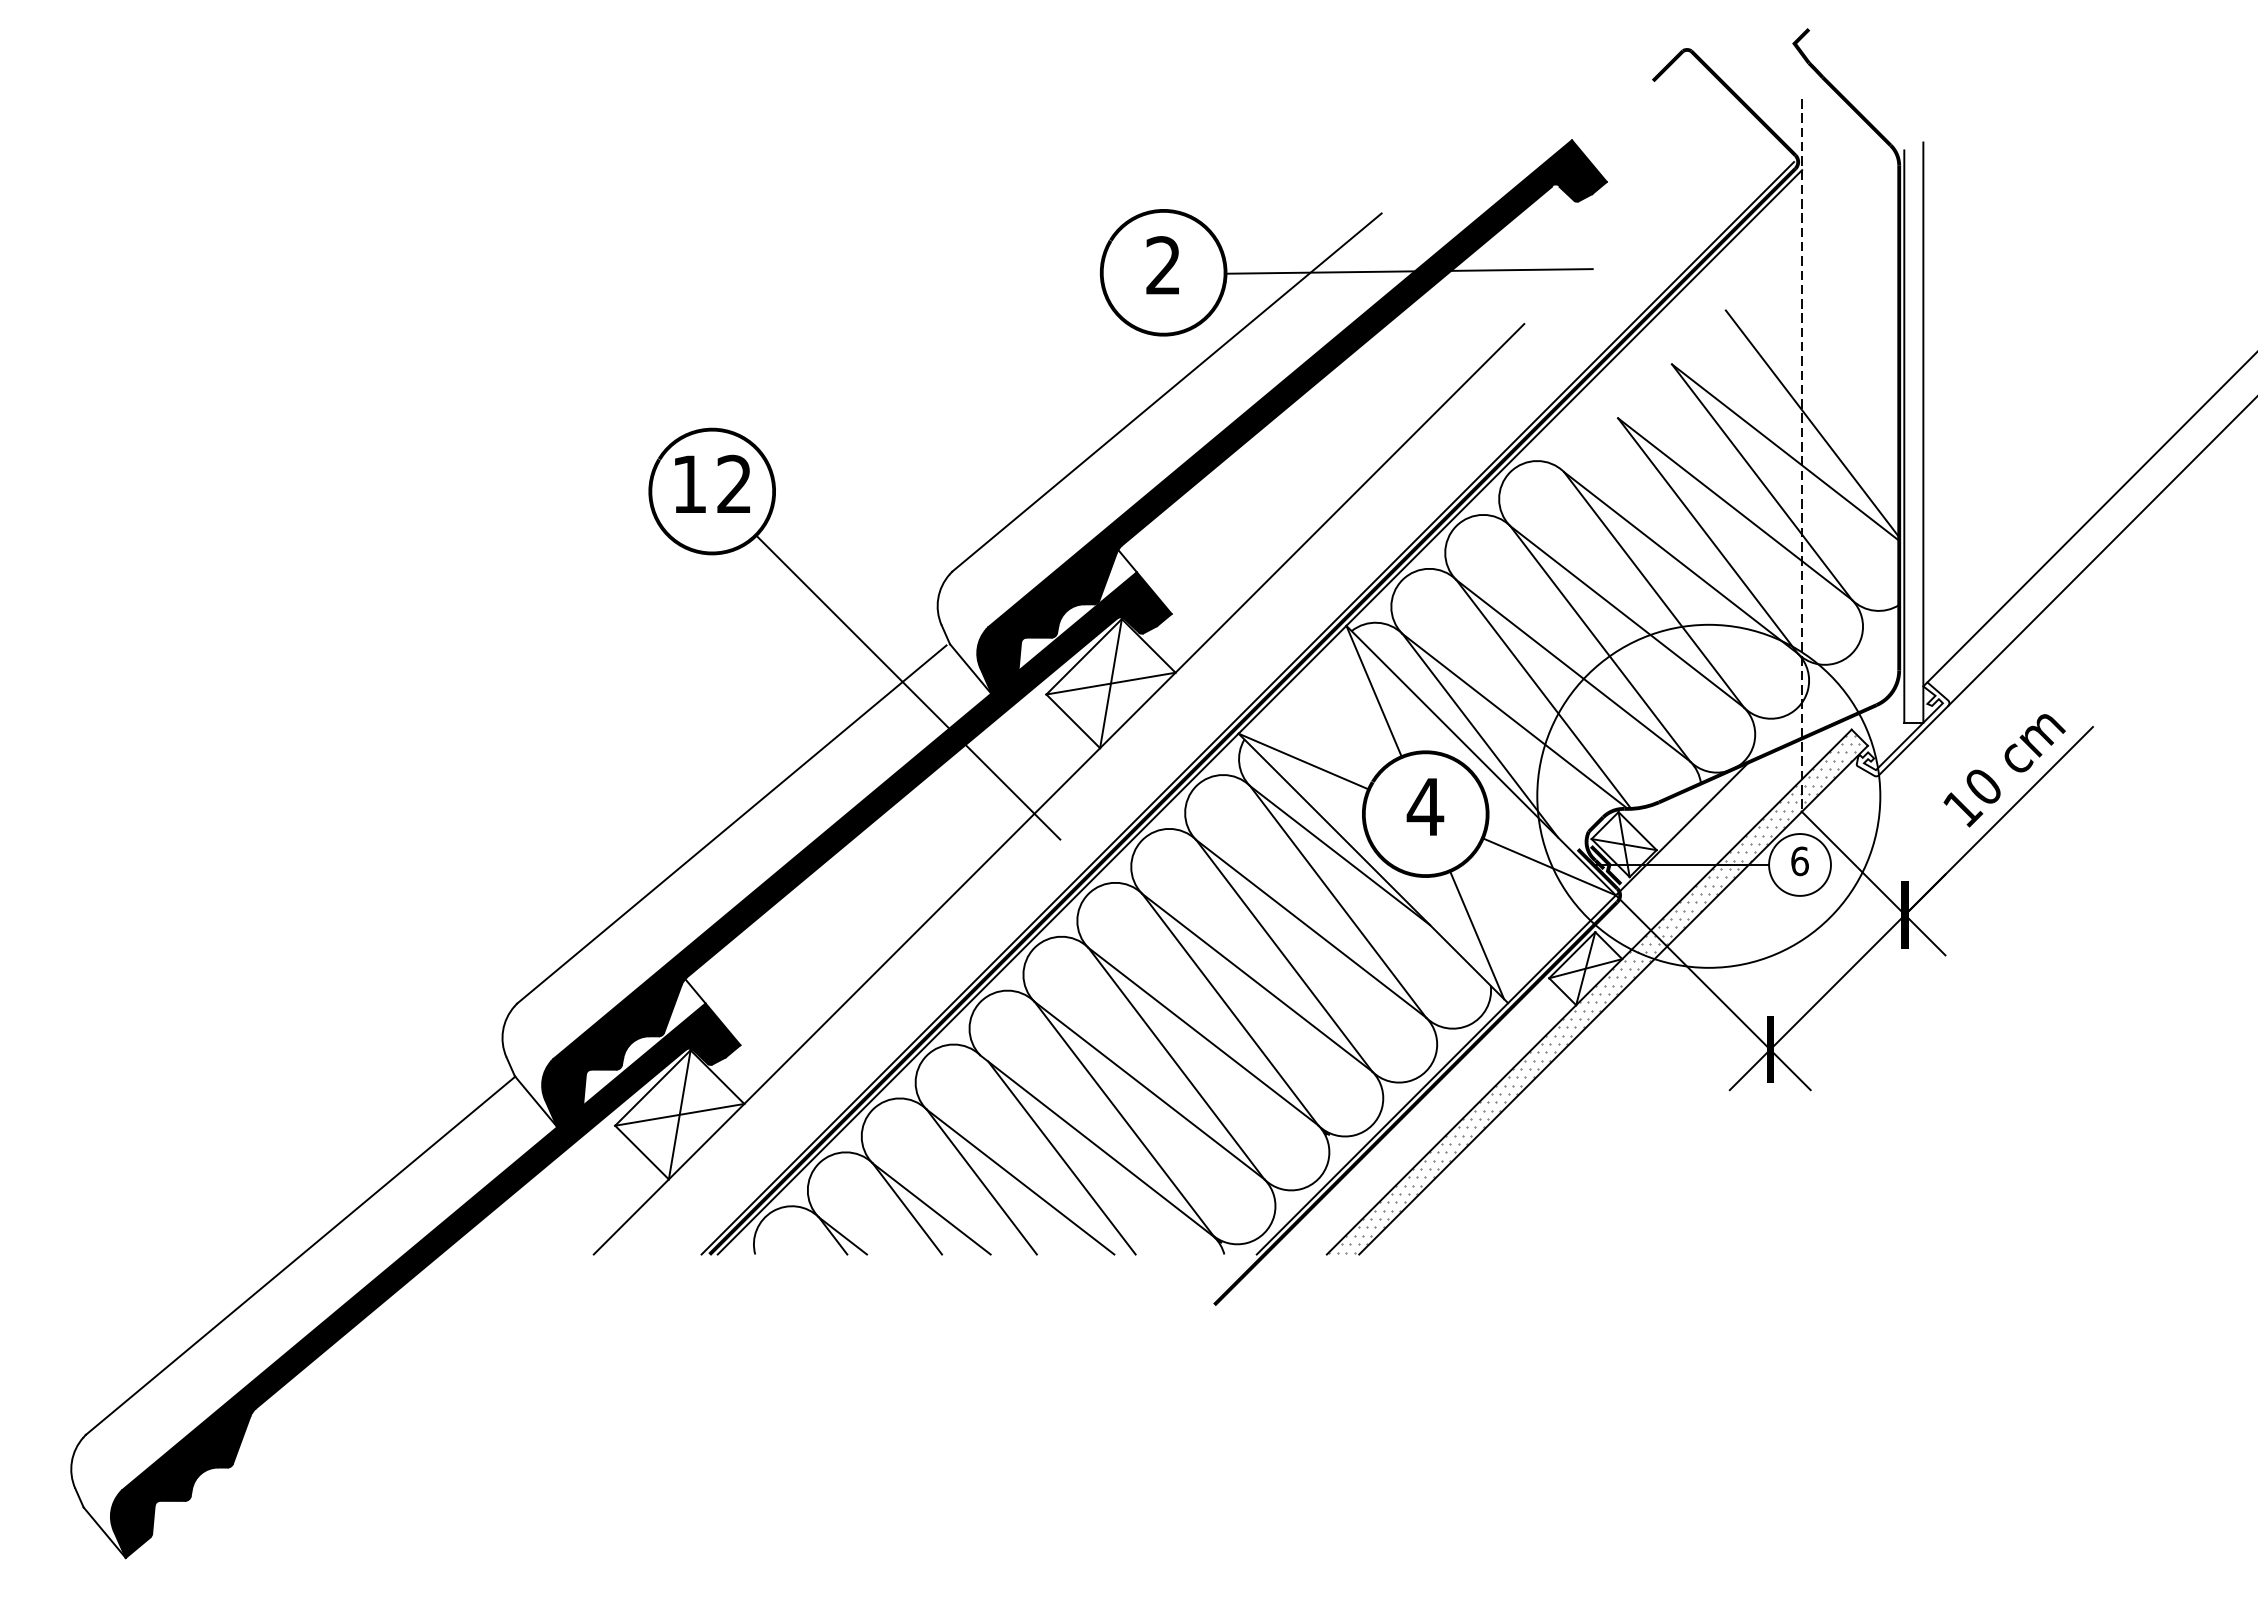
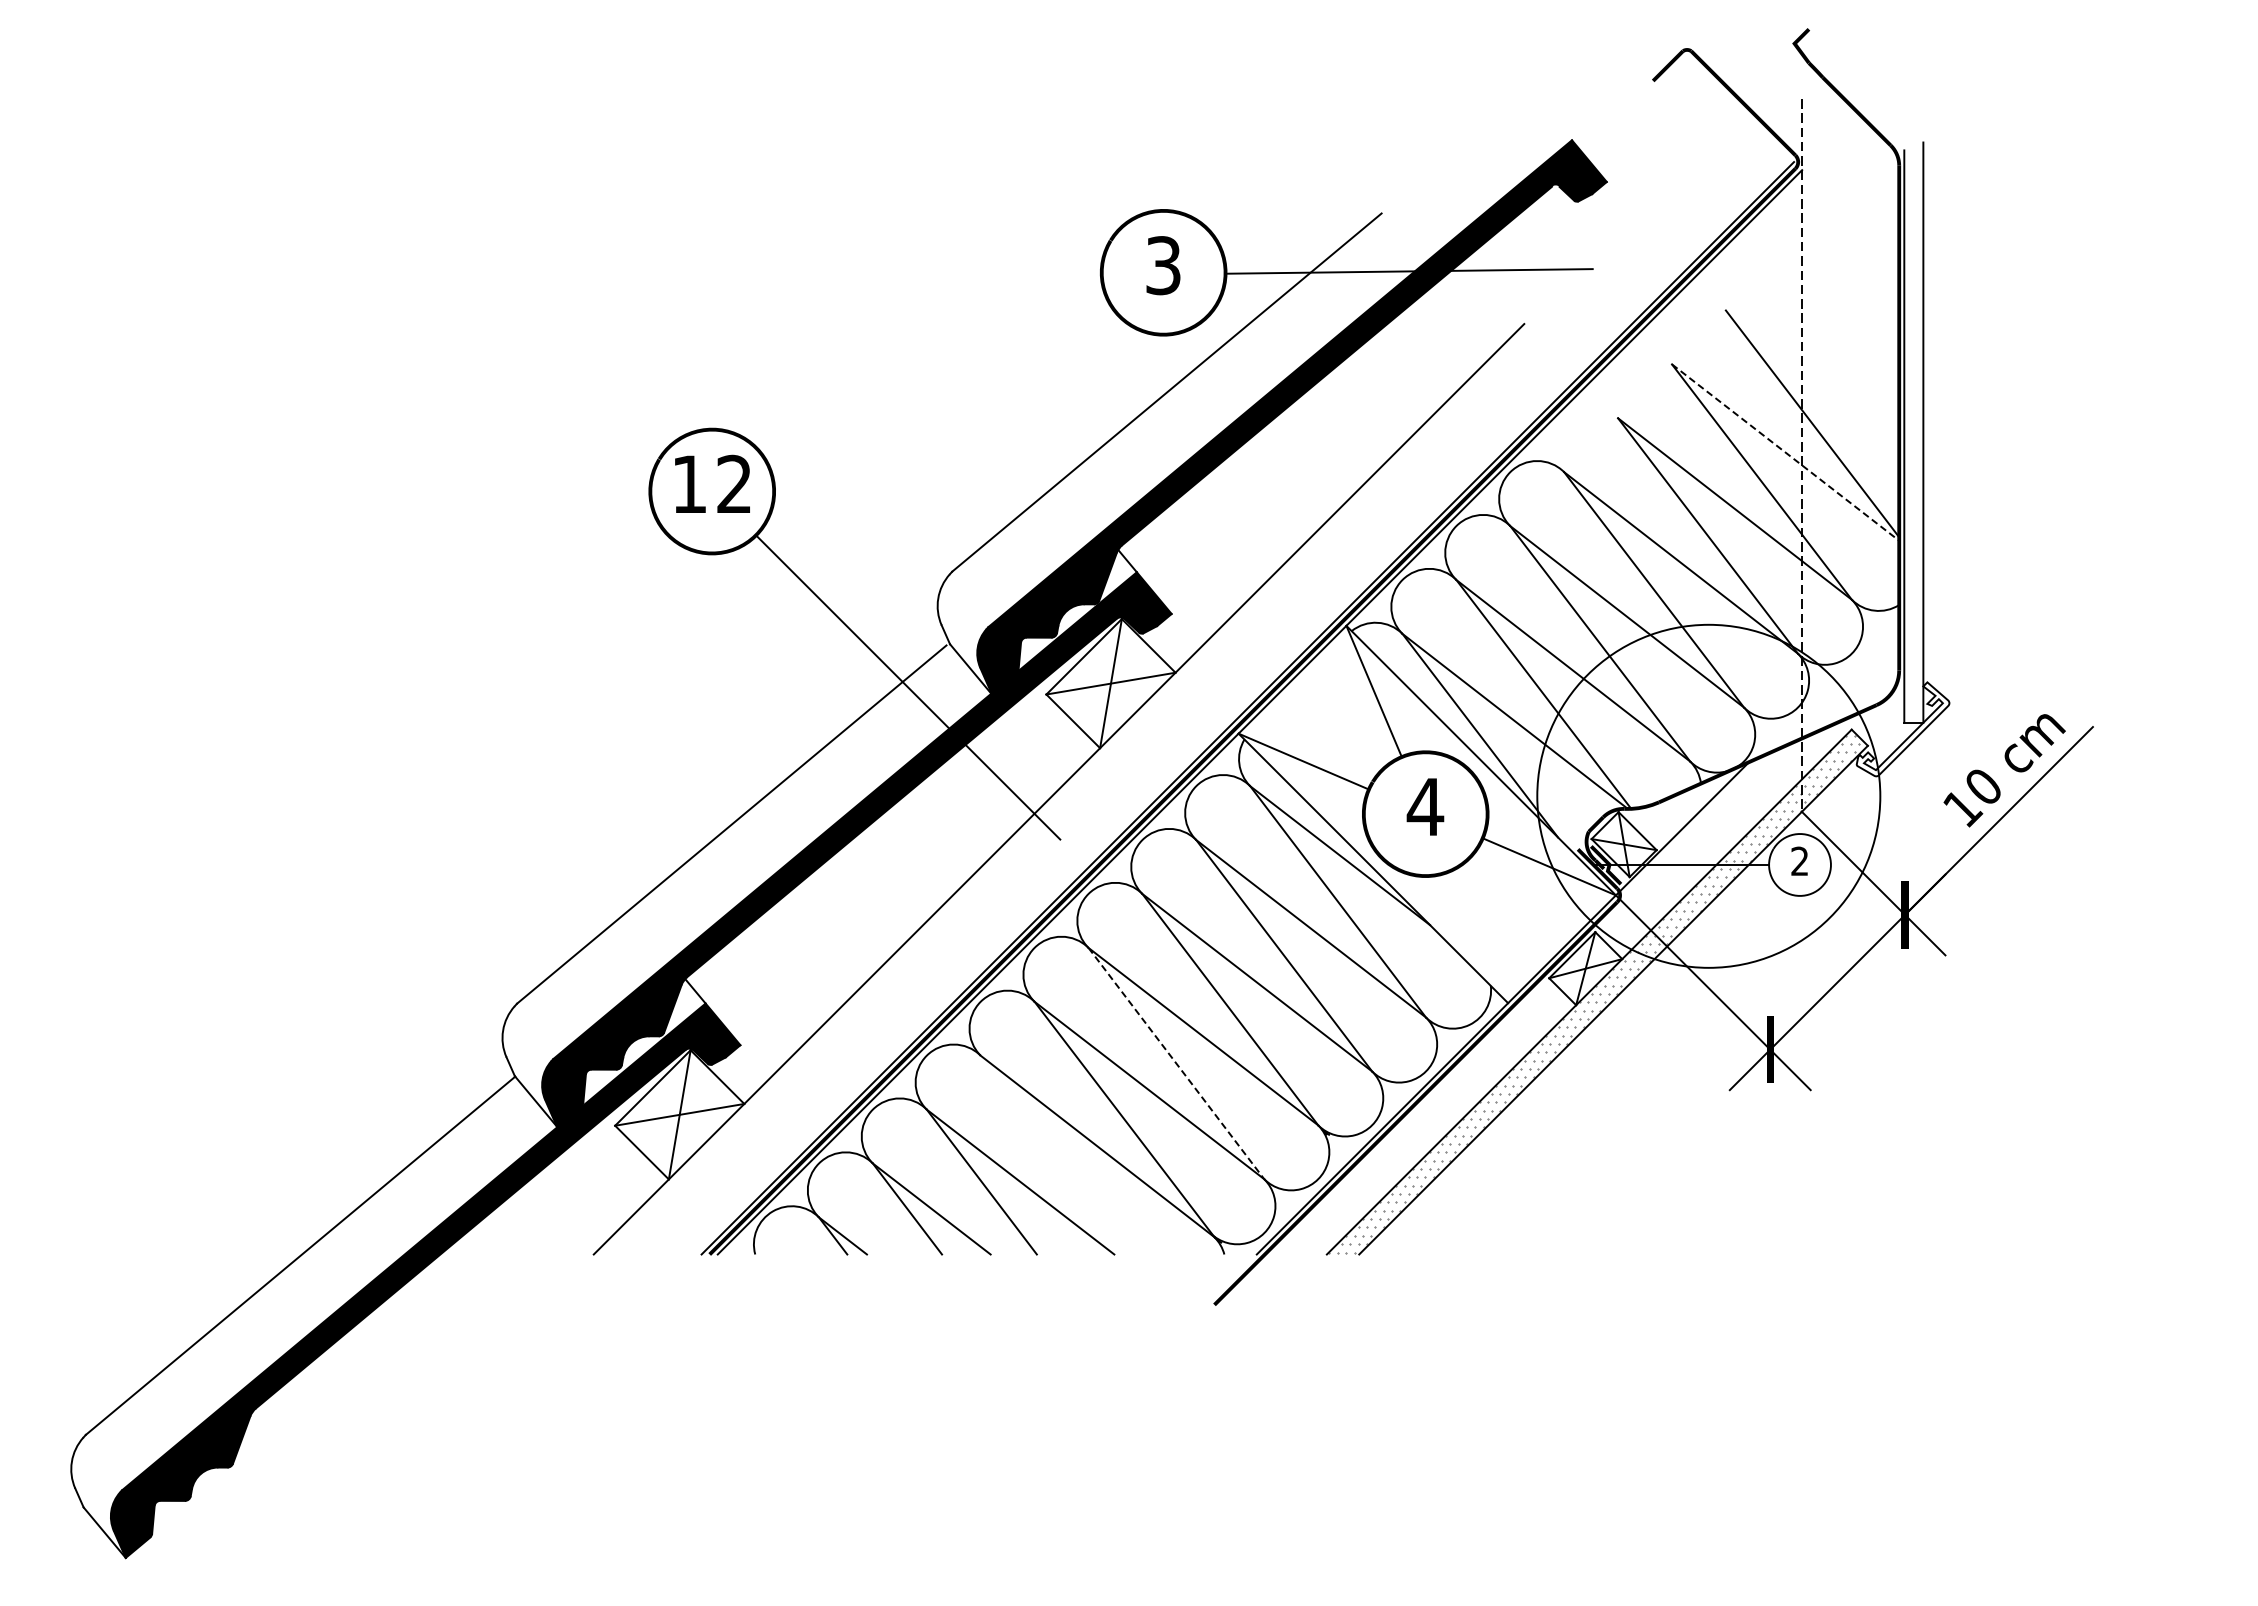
text at (1163, 265): 2 -> 3
line at (1785, 452): solid -> dashed
line at (2090, 518): present -> none
line at (2101, 552): present -> none
text at (1799, 861): 6 -> 2
line at (1477, 935): present -> none
line at (1176, 1063): solid -> dashed
line at (1061, 1157): present -> none
